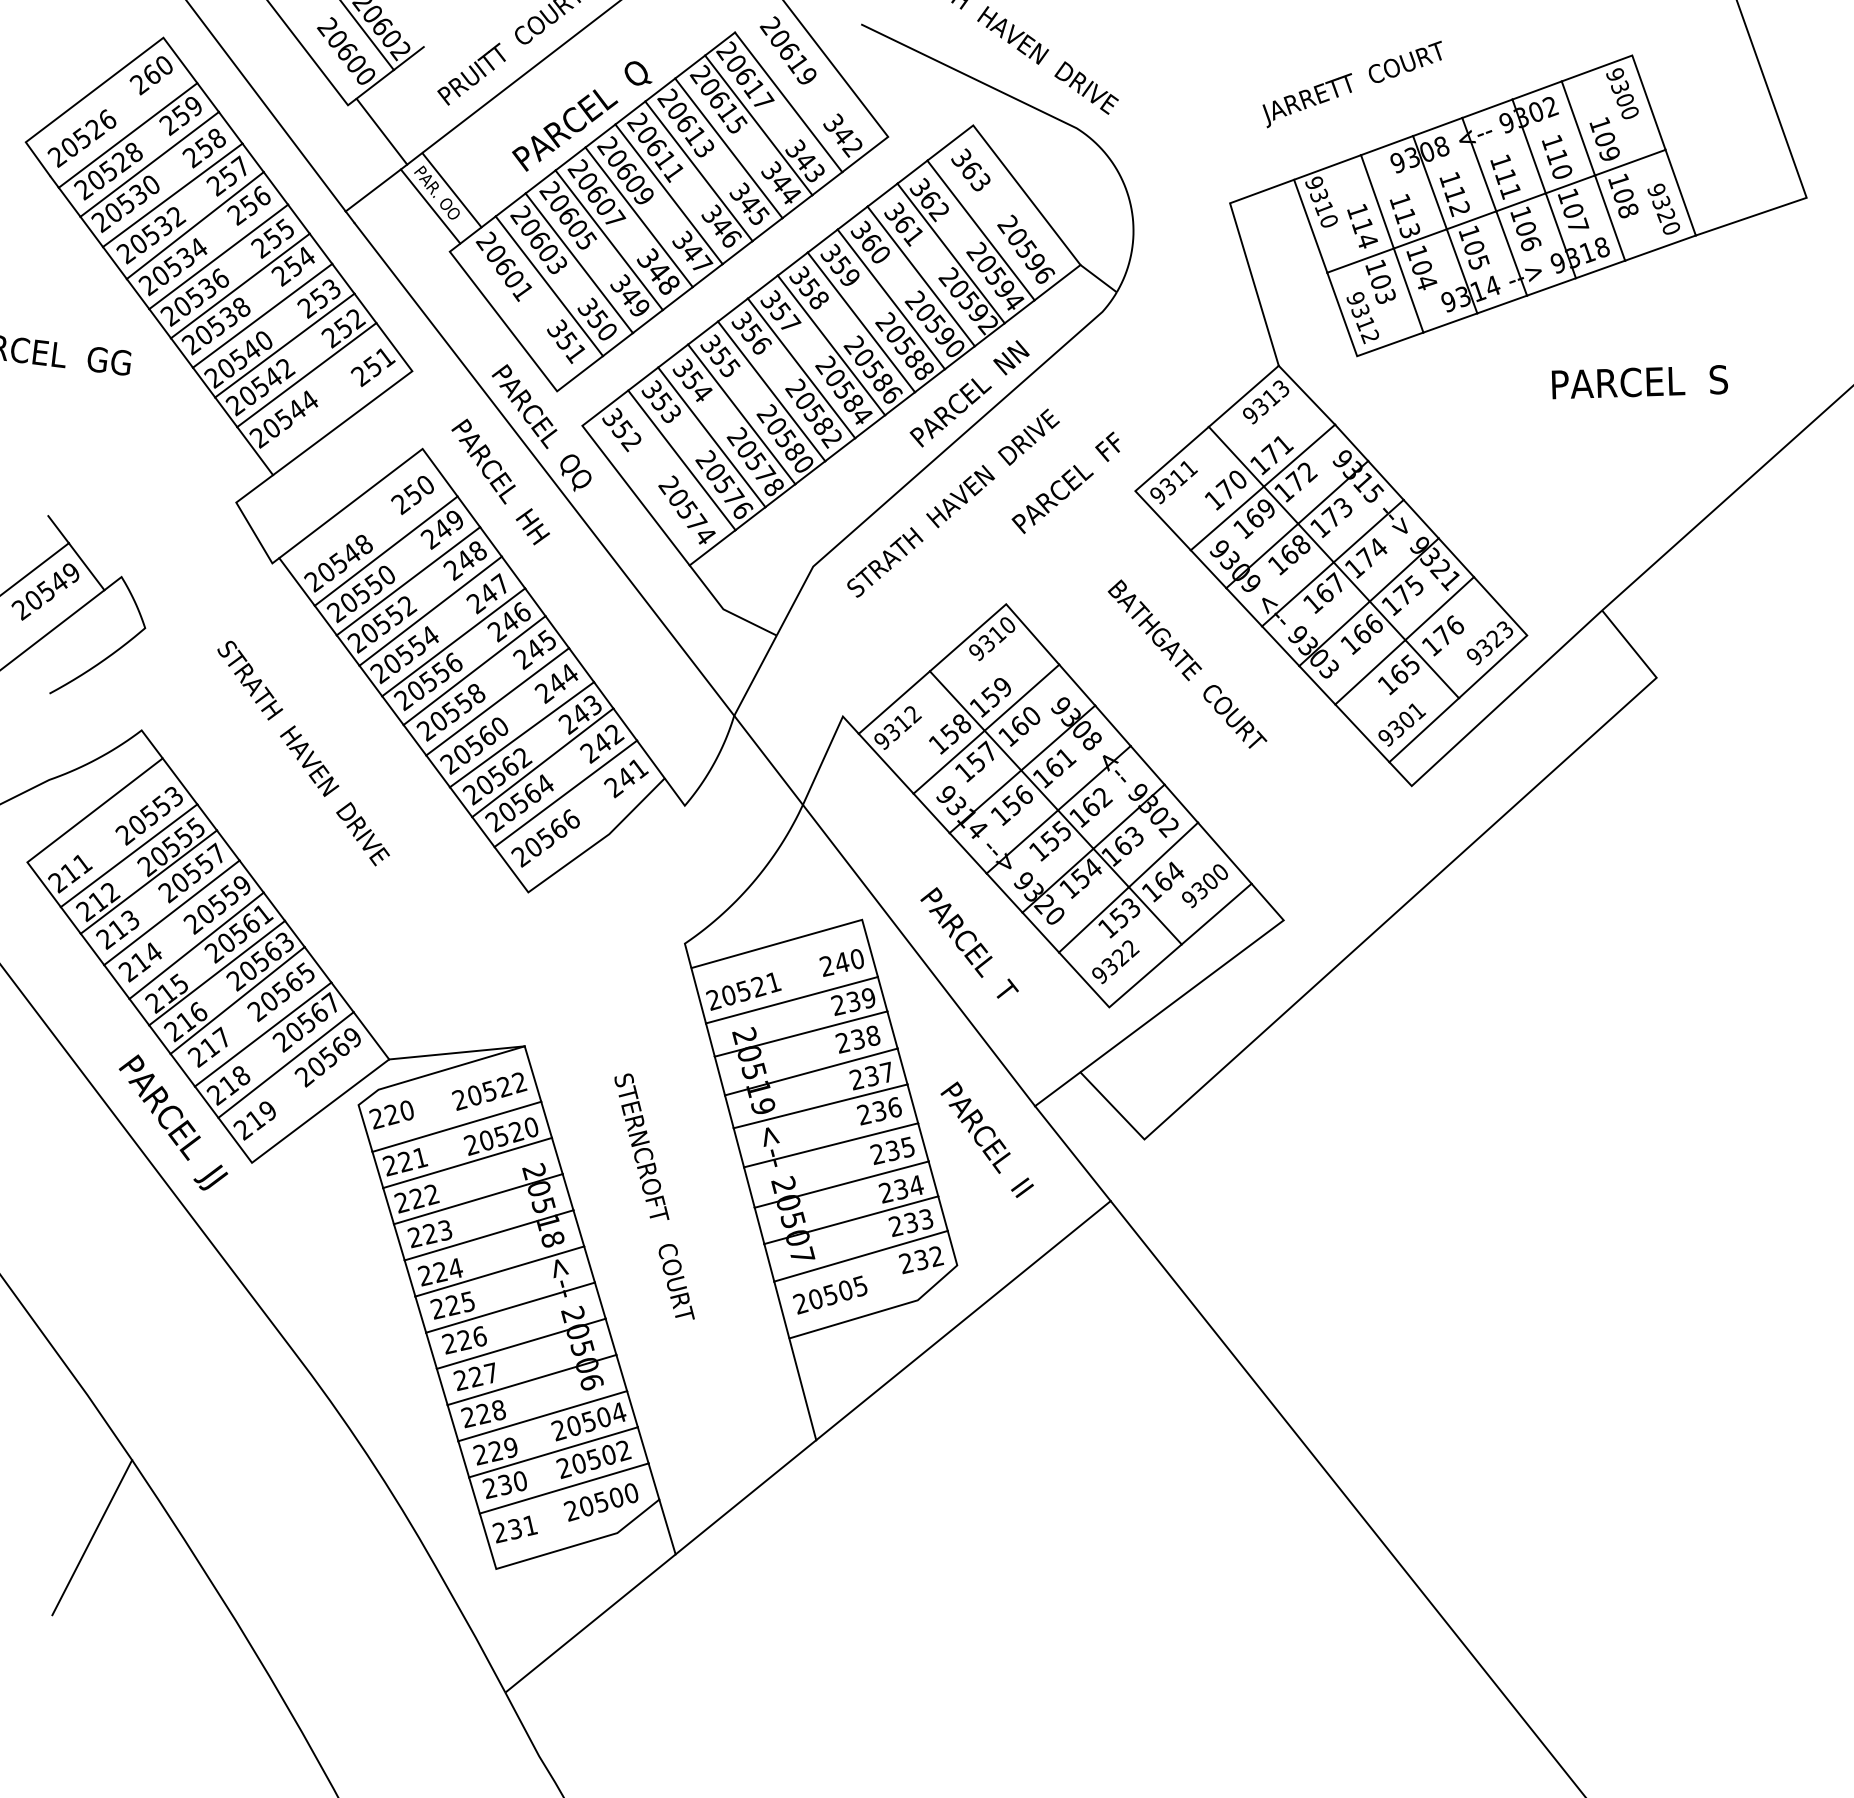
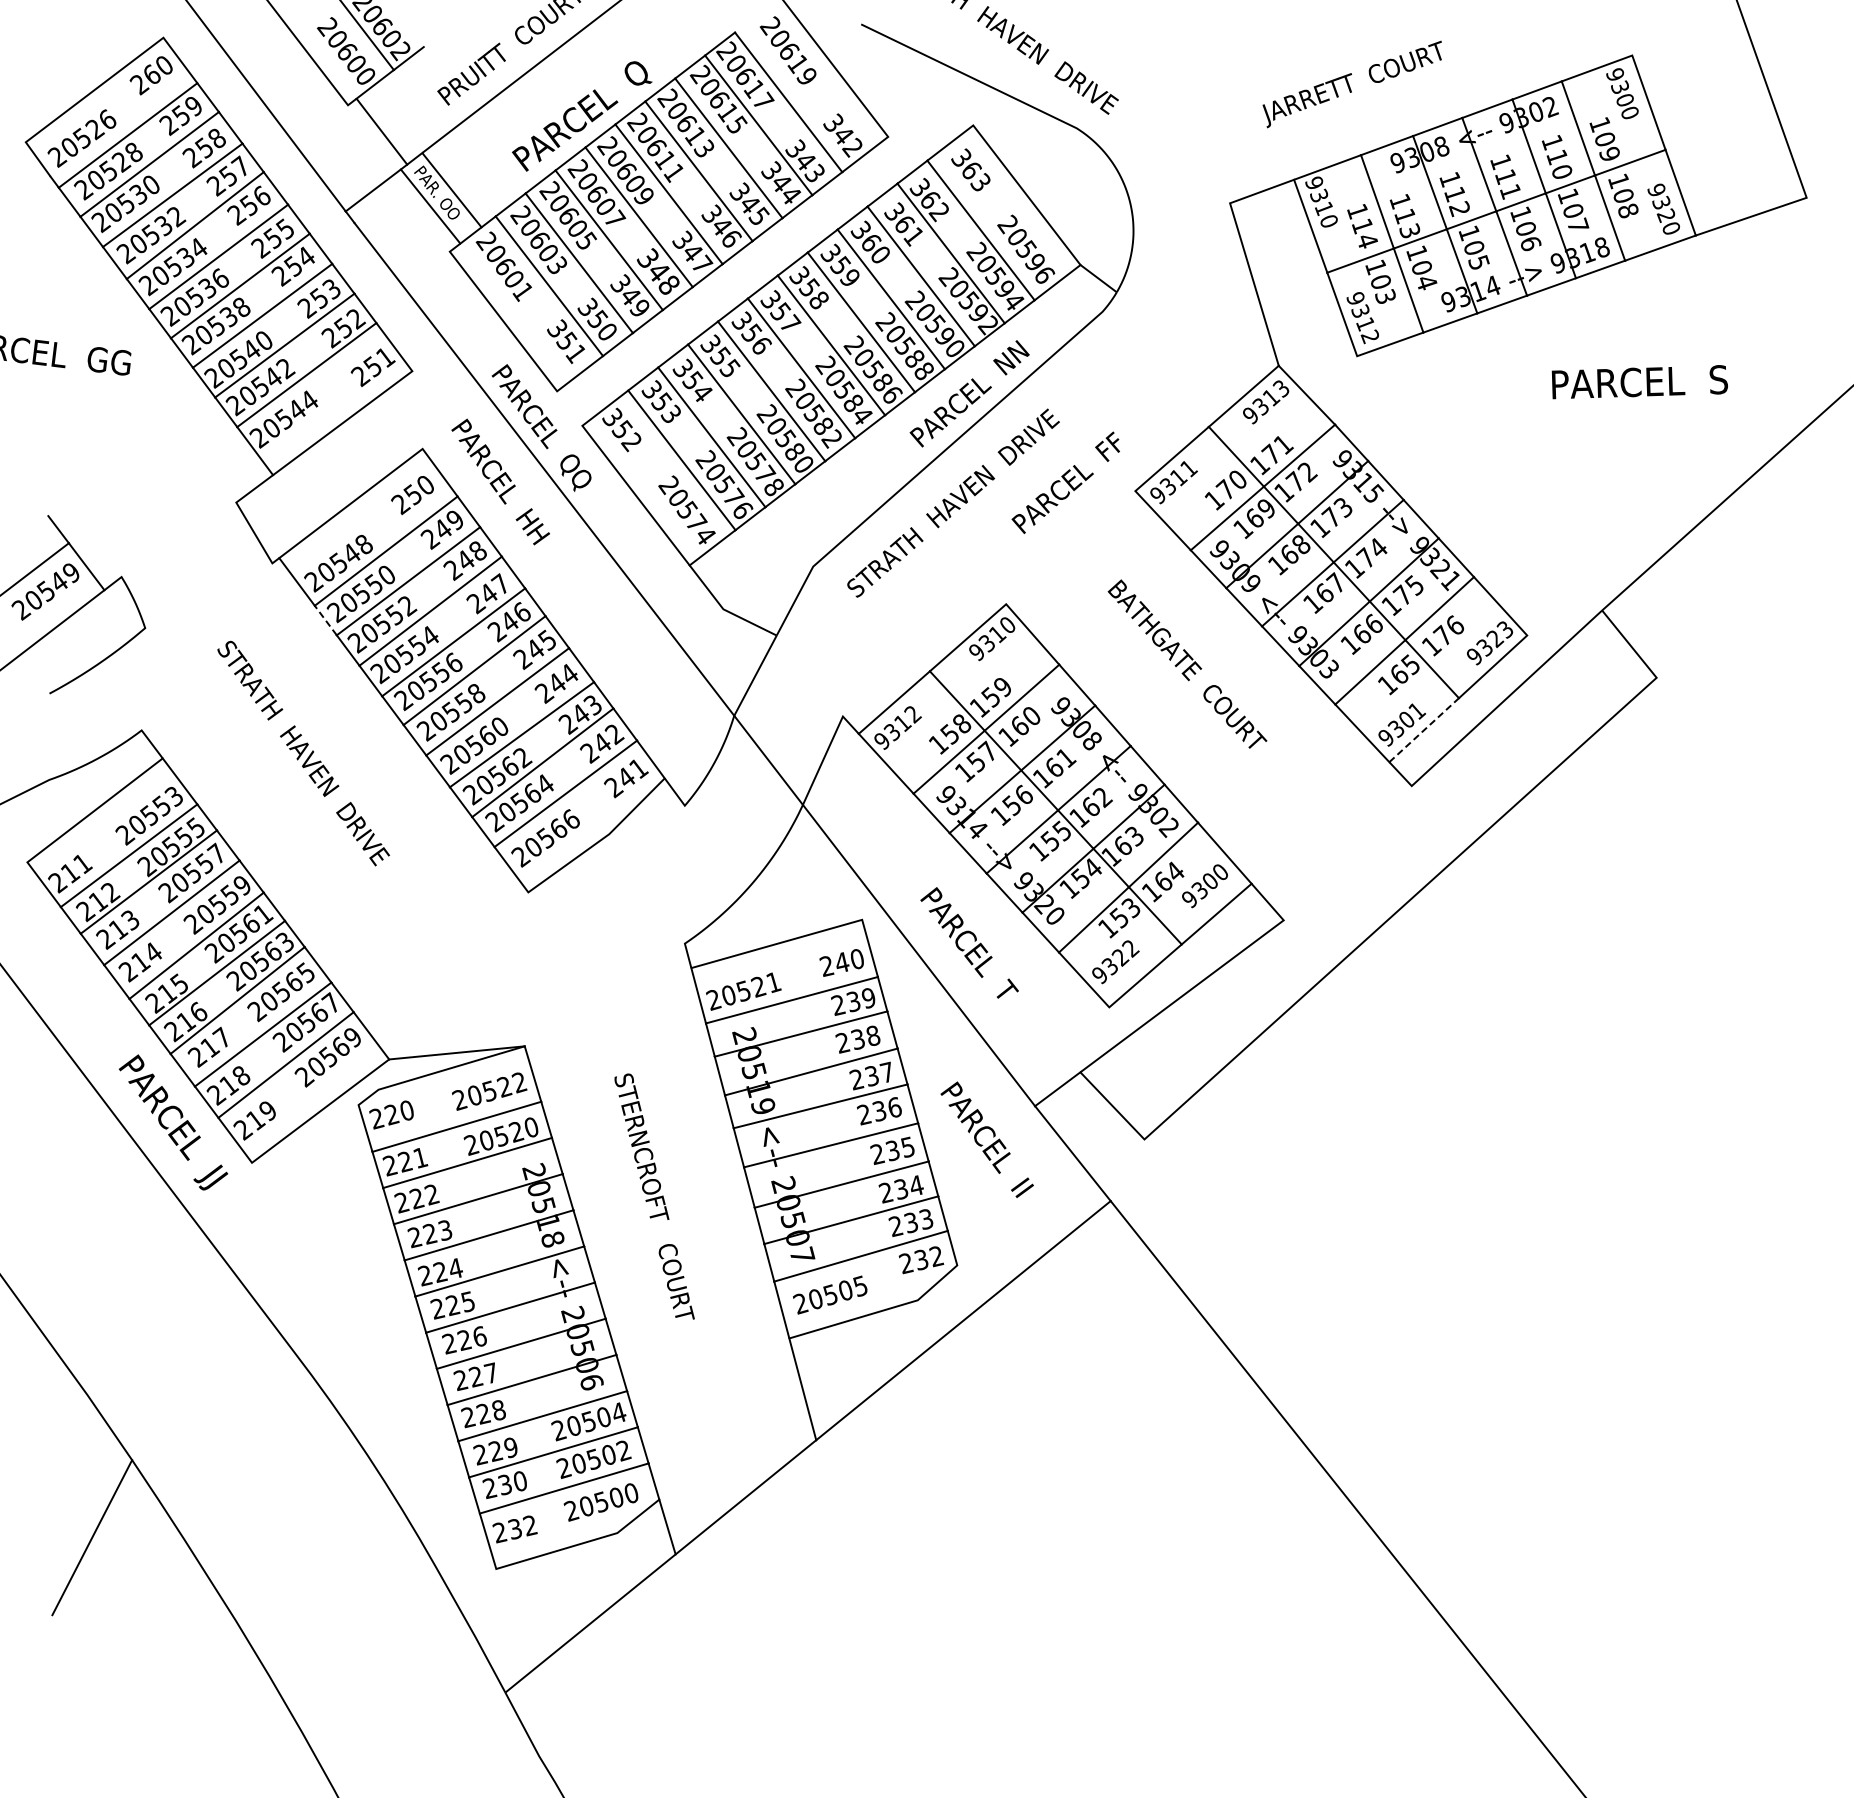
line at (325, 620): solid -> dashed
line at (1424, 729): solid -> dashed
text at (529, 1525): 231 -> 232
